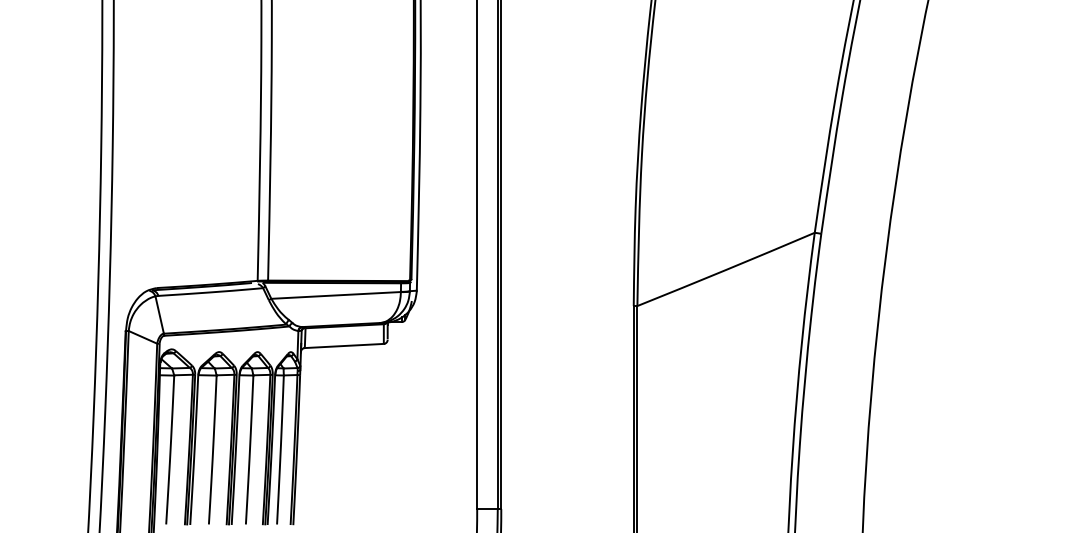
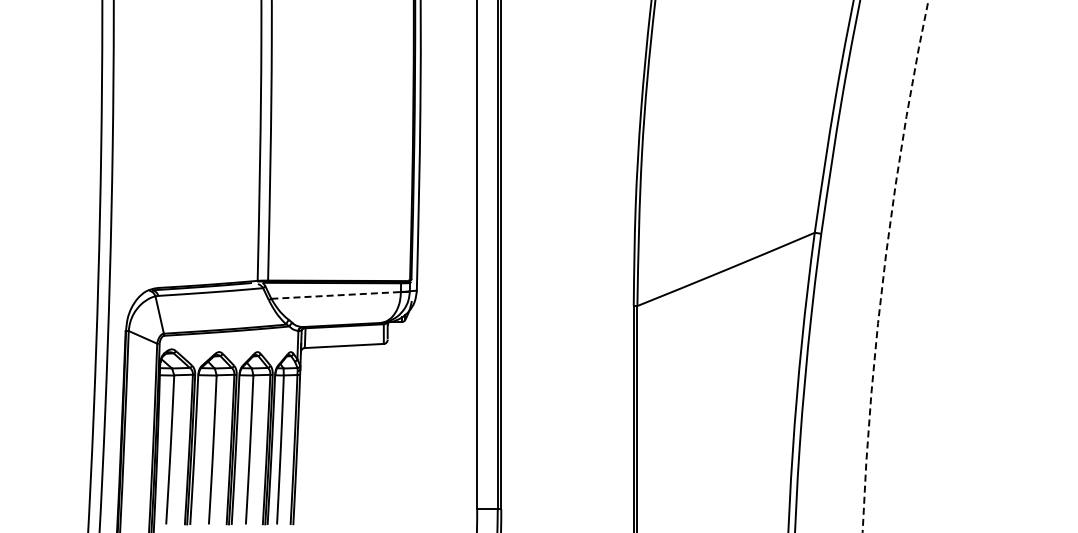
arc at (884, 265): solid -> dashed
line at (336, 295): solid -> dashed
